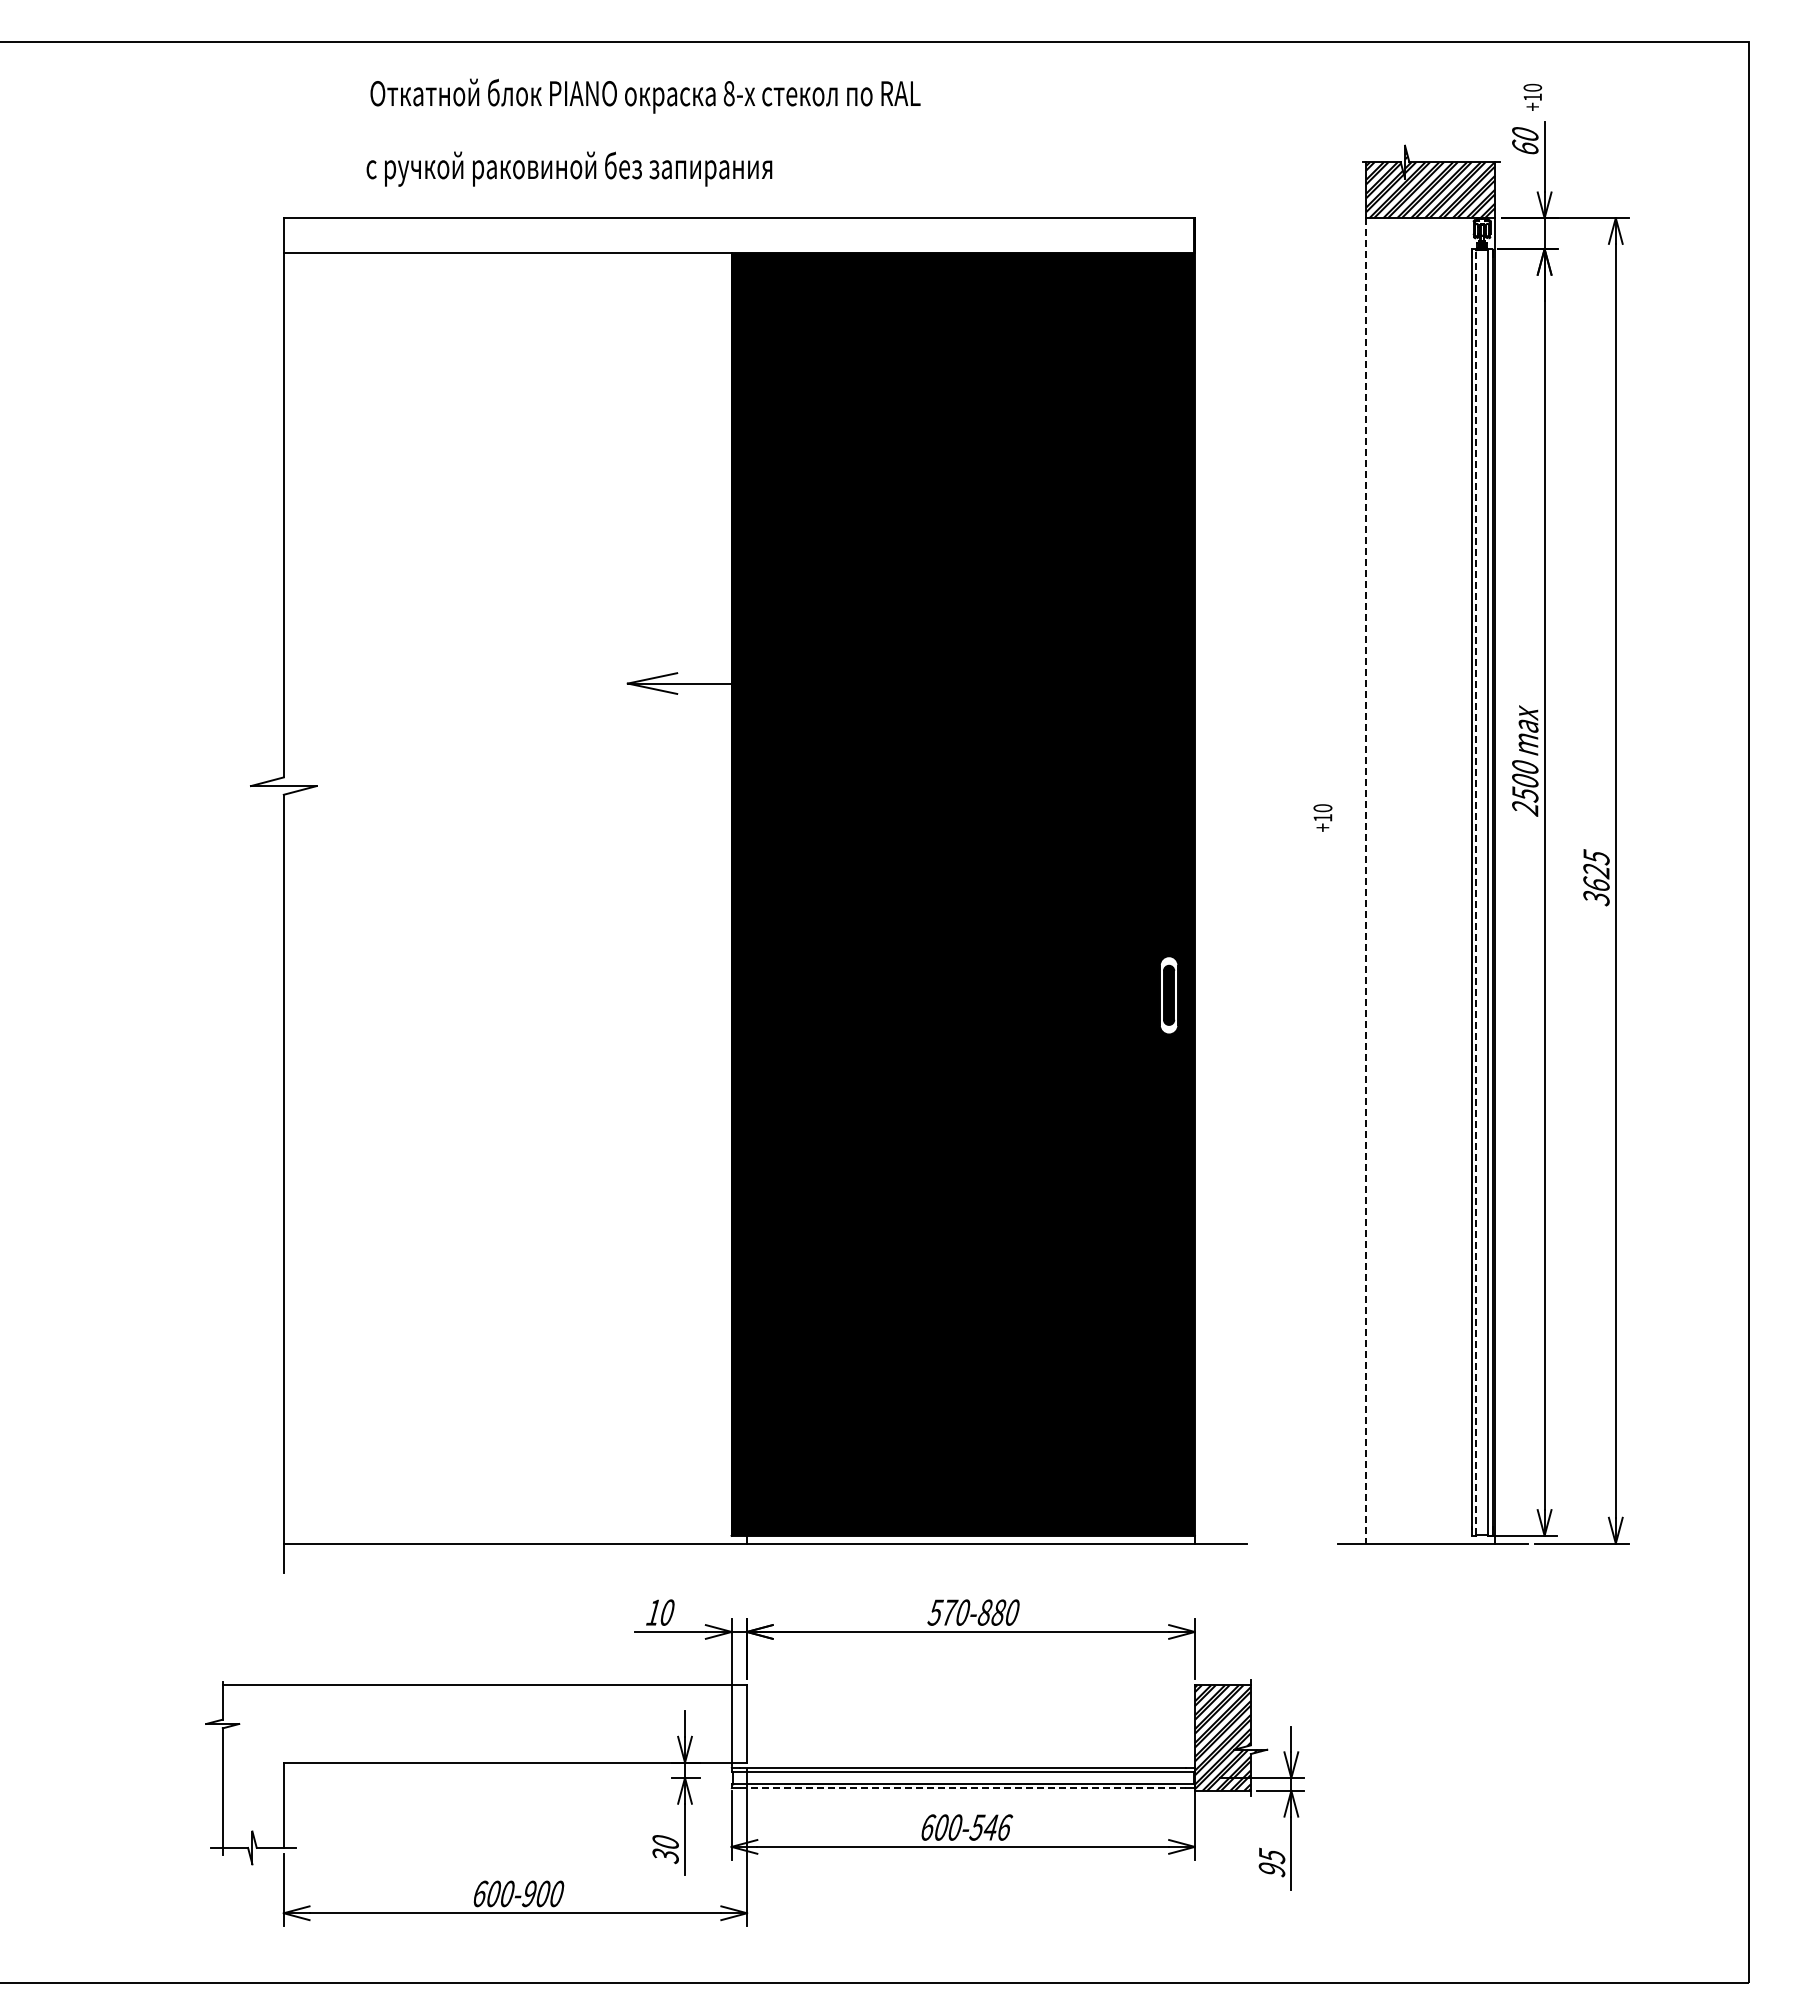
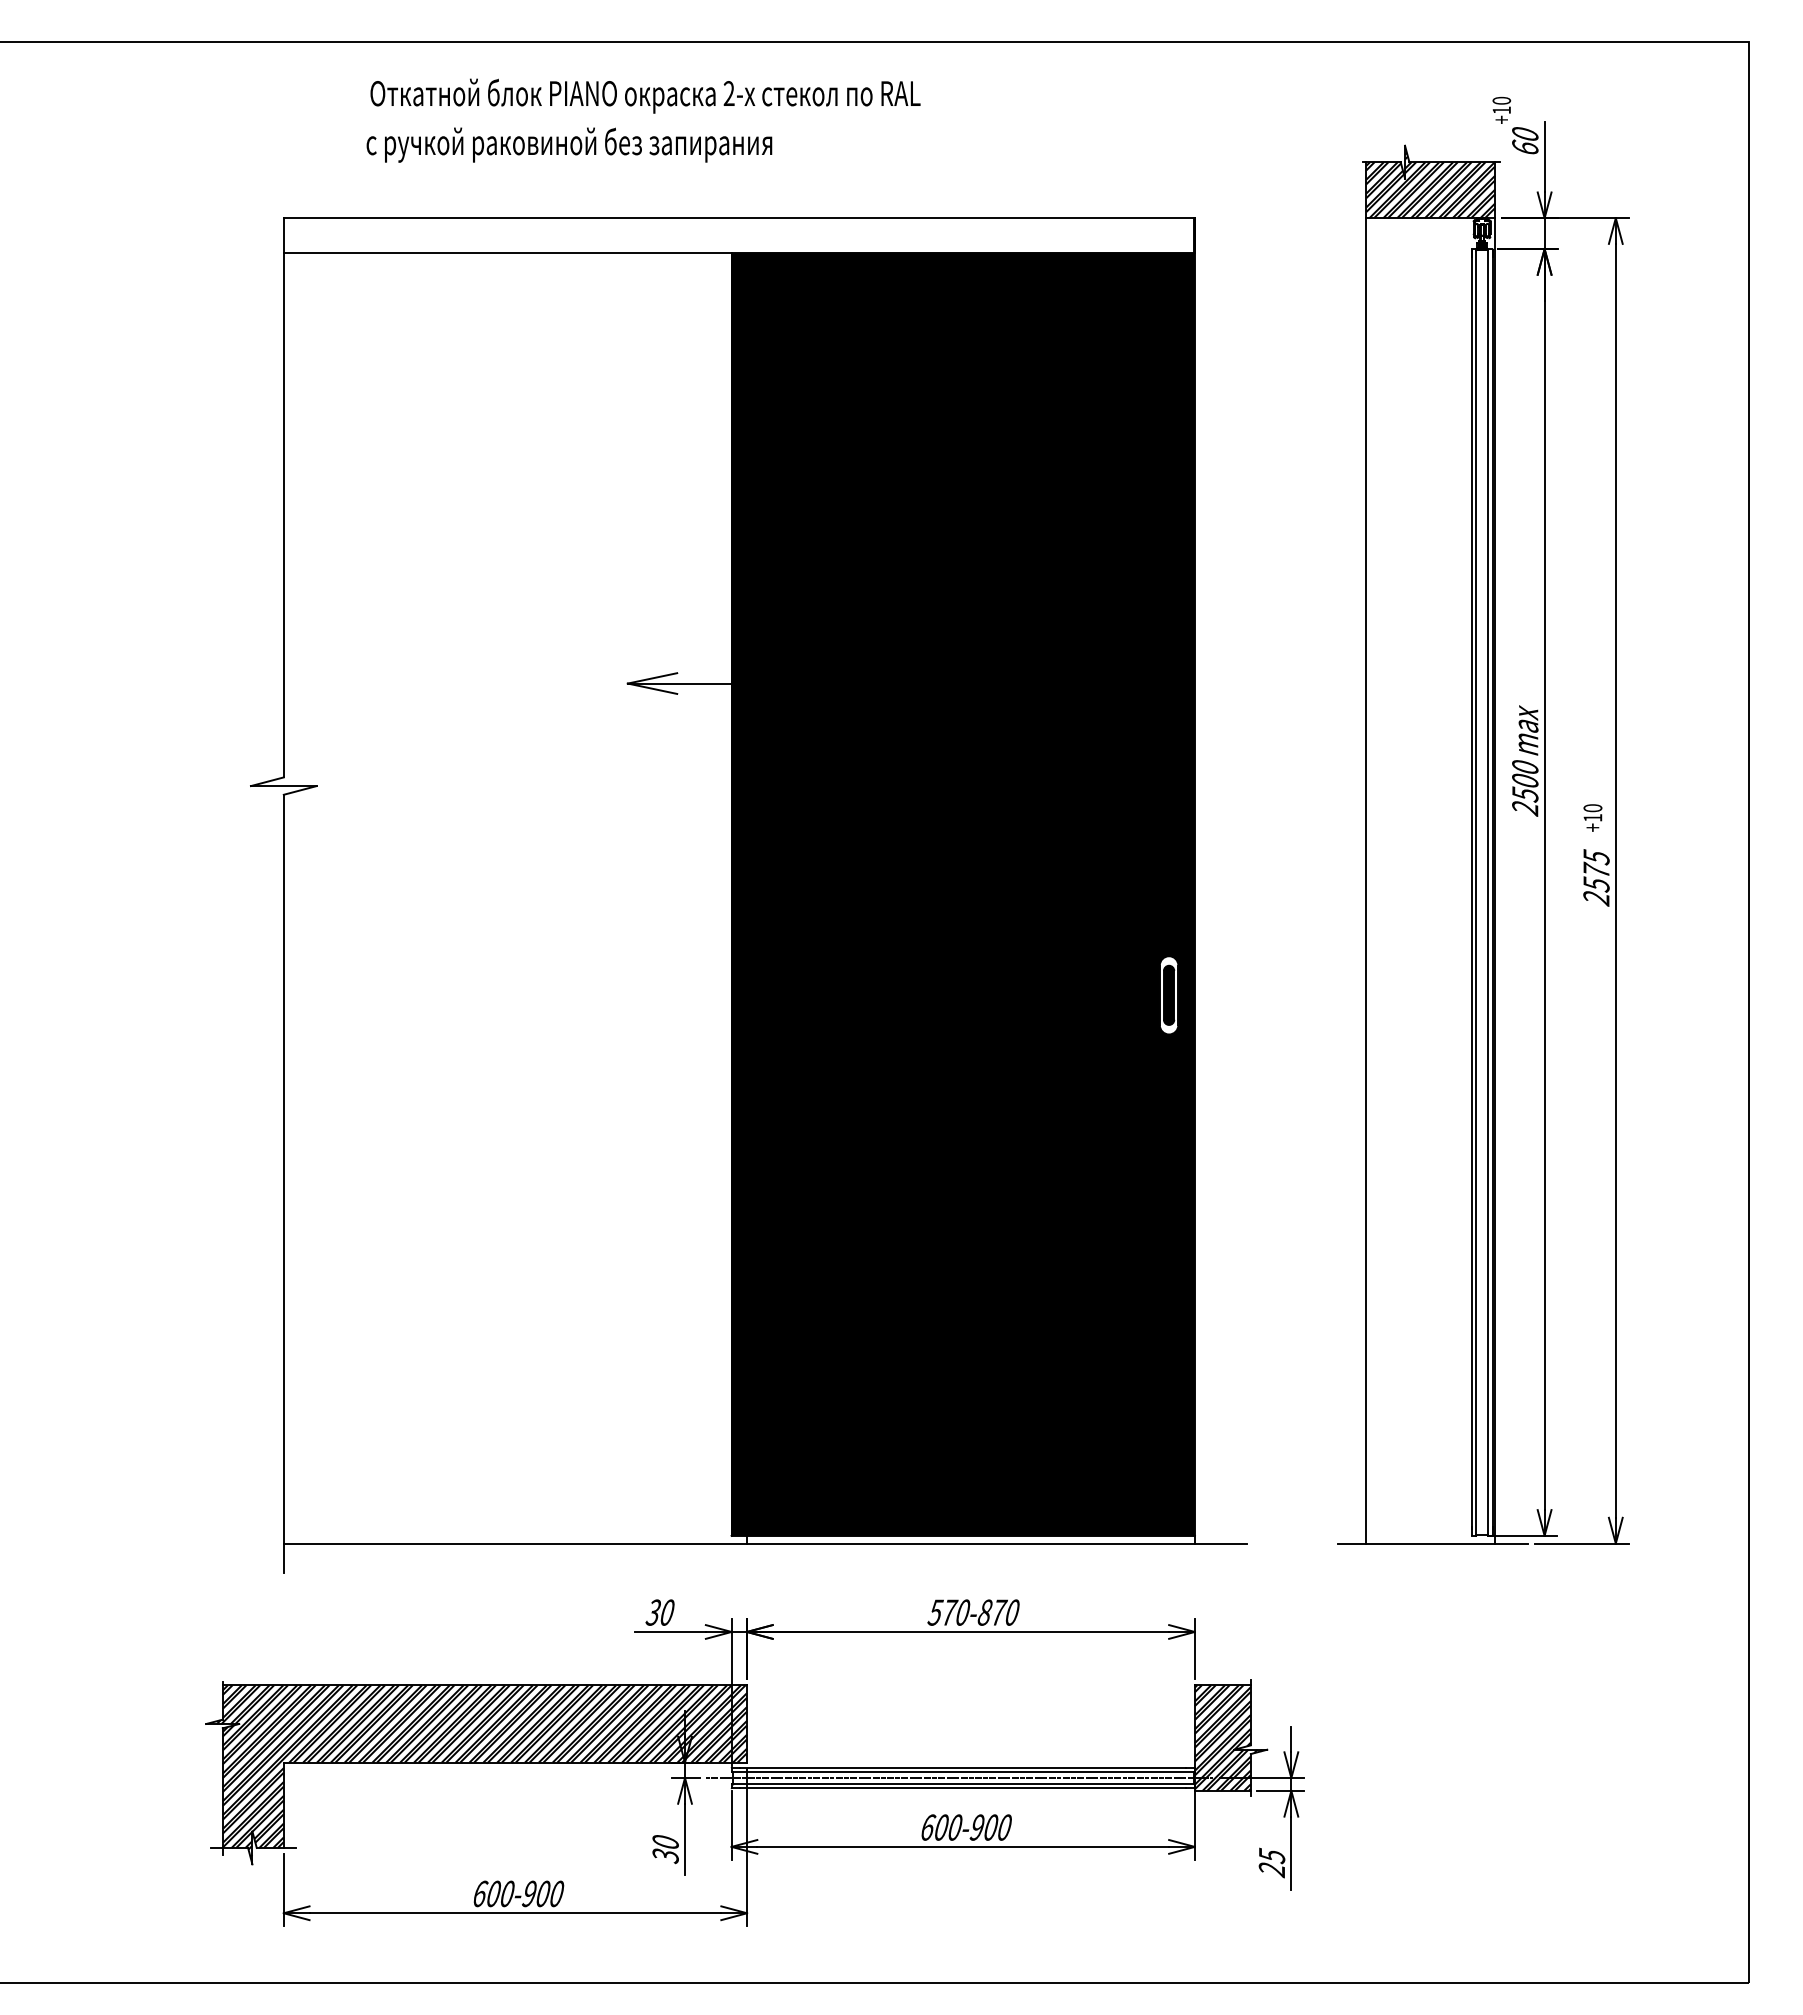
text at (728, 93): 8- -> 2-
text at (1532, 96) position: (1532, 96) -> (1501, 109)
text at (569, 168) position: (569, 168) -> (569, 144)
text at (1322, 817) position: (1322, 817) -> (1592, 817)
line at (1366, 880): dashed -> solid
text at (1596, 883): 3625 -> 2575
line at (1476, 891): dashed -> solid
text at (652, 1612): 10 -> 30
text at (999, 1612): 570-880 -> 570-870
hatch at (477, 1772): none -> present
line at (959, 1778): none -> present
line at (963, 1788): dashed -> solid
text at (991, 1827): 600-546 -> 600-900
text at (1272, 1870): 95 -> 25
